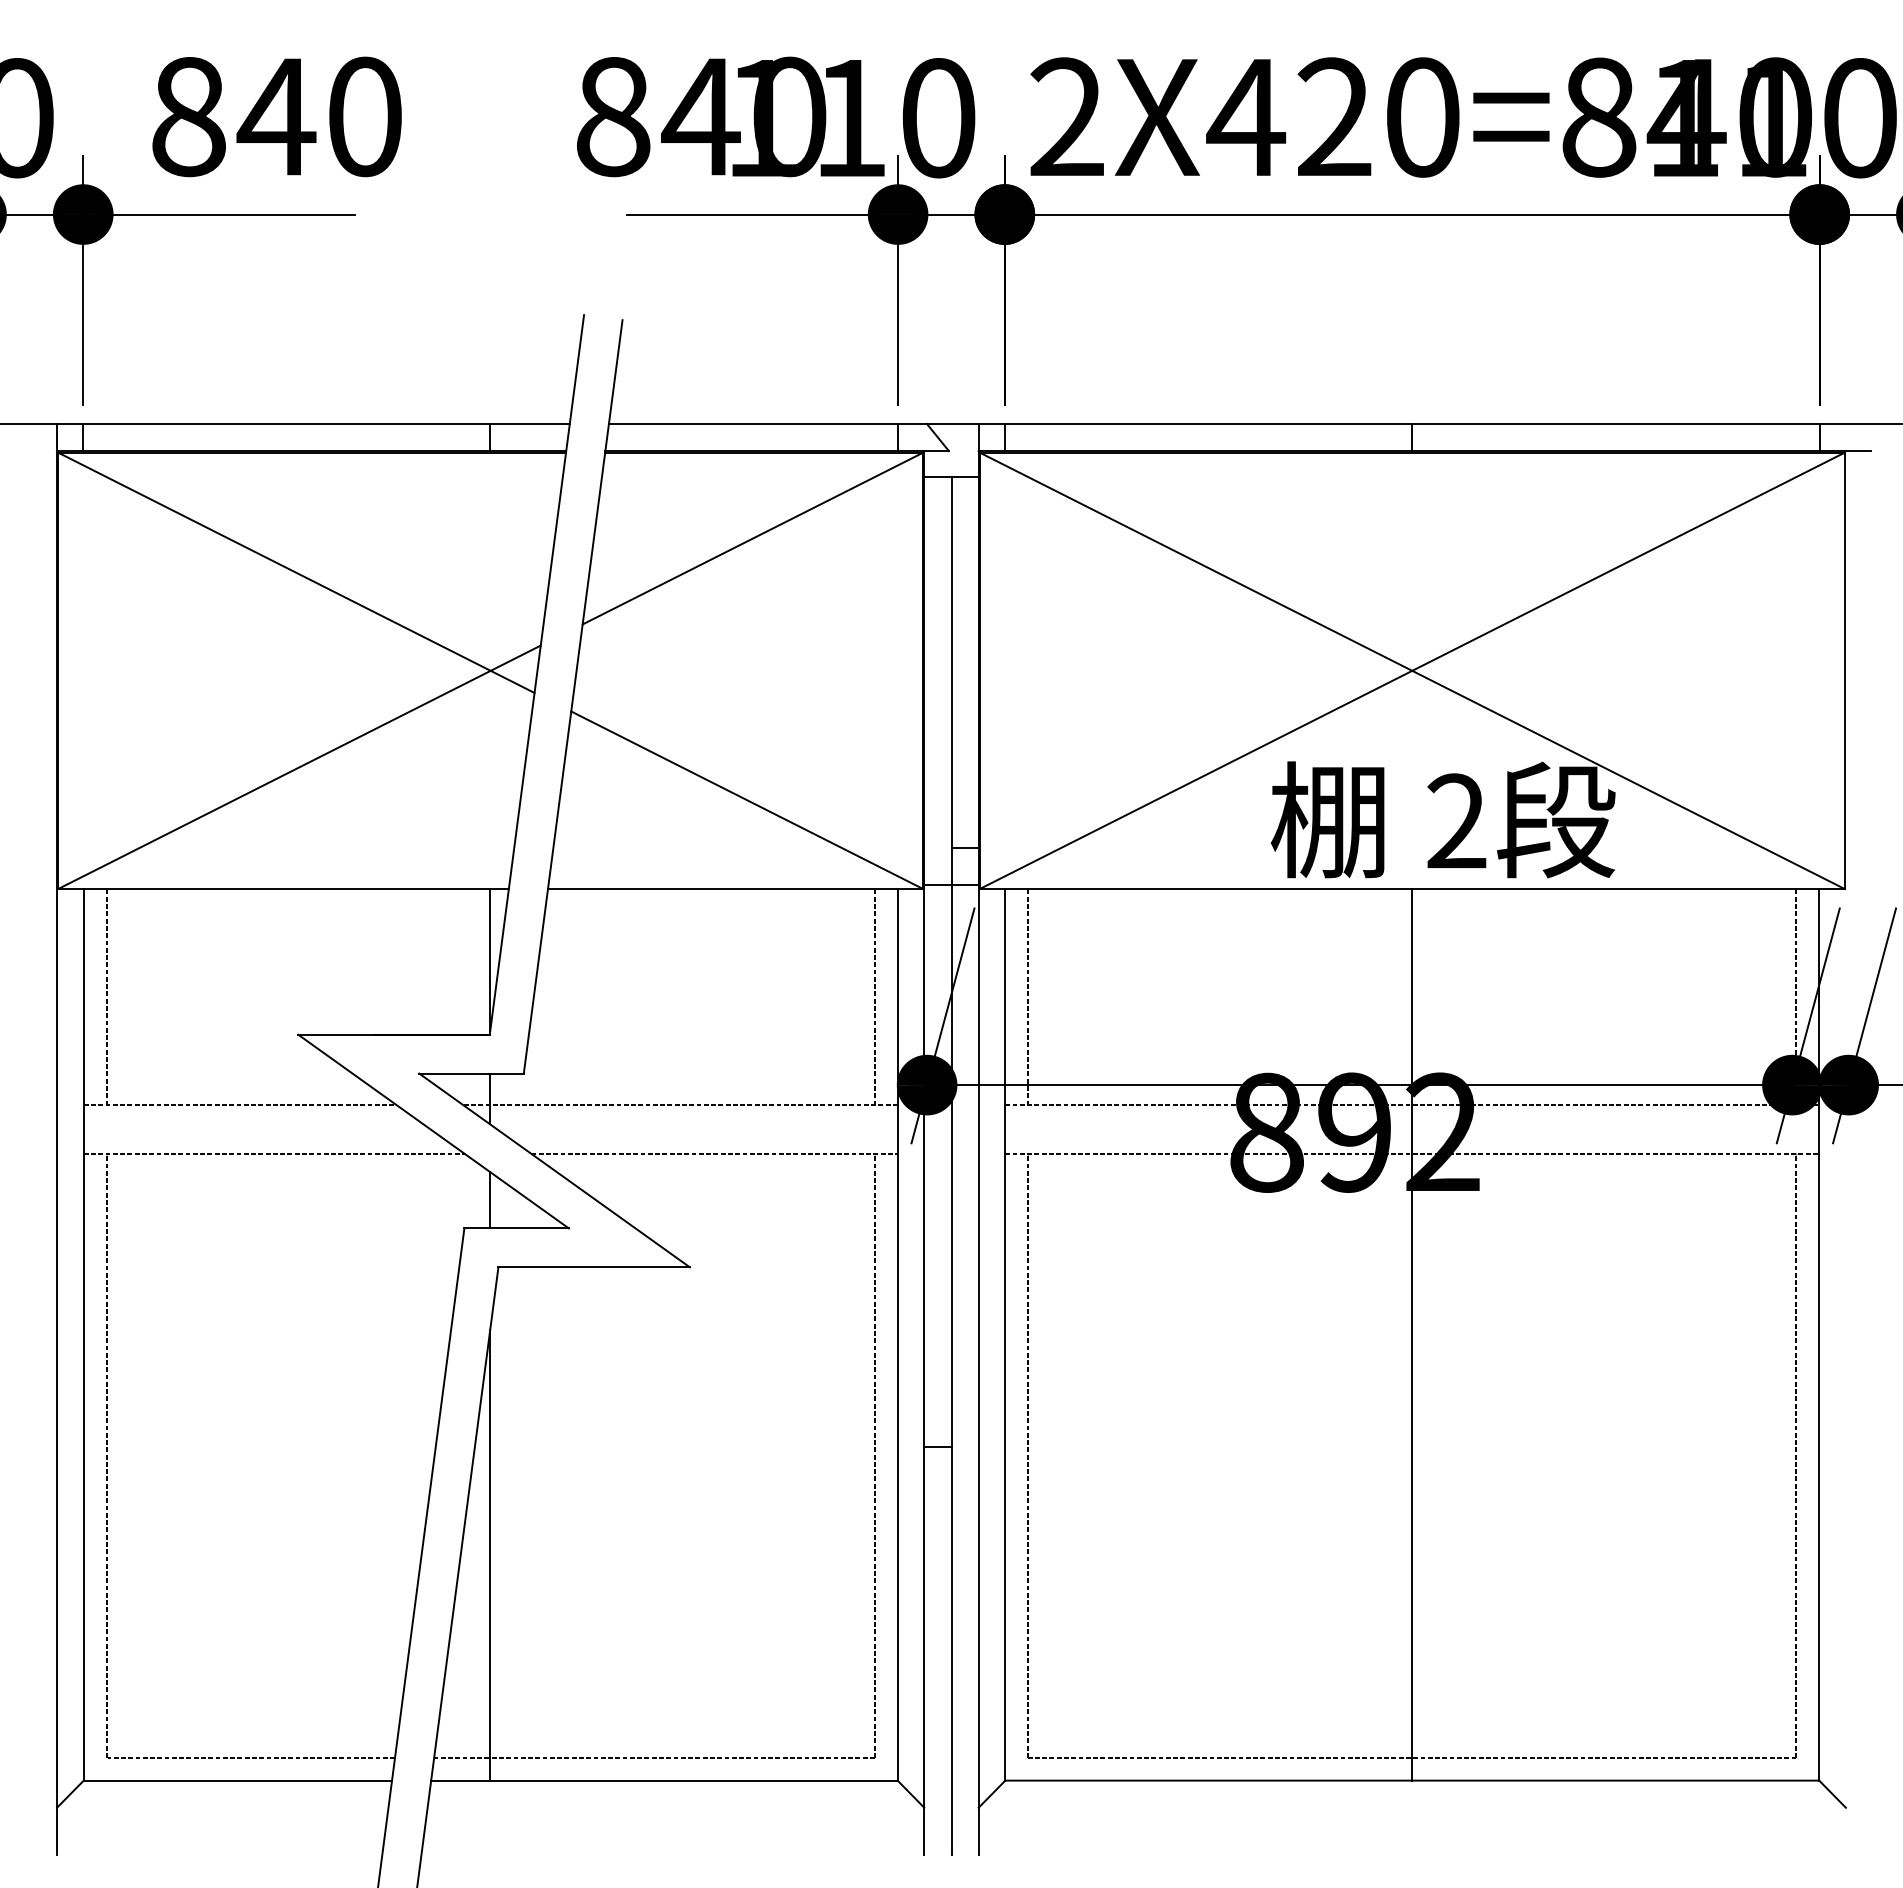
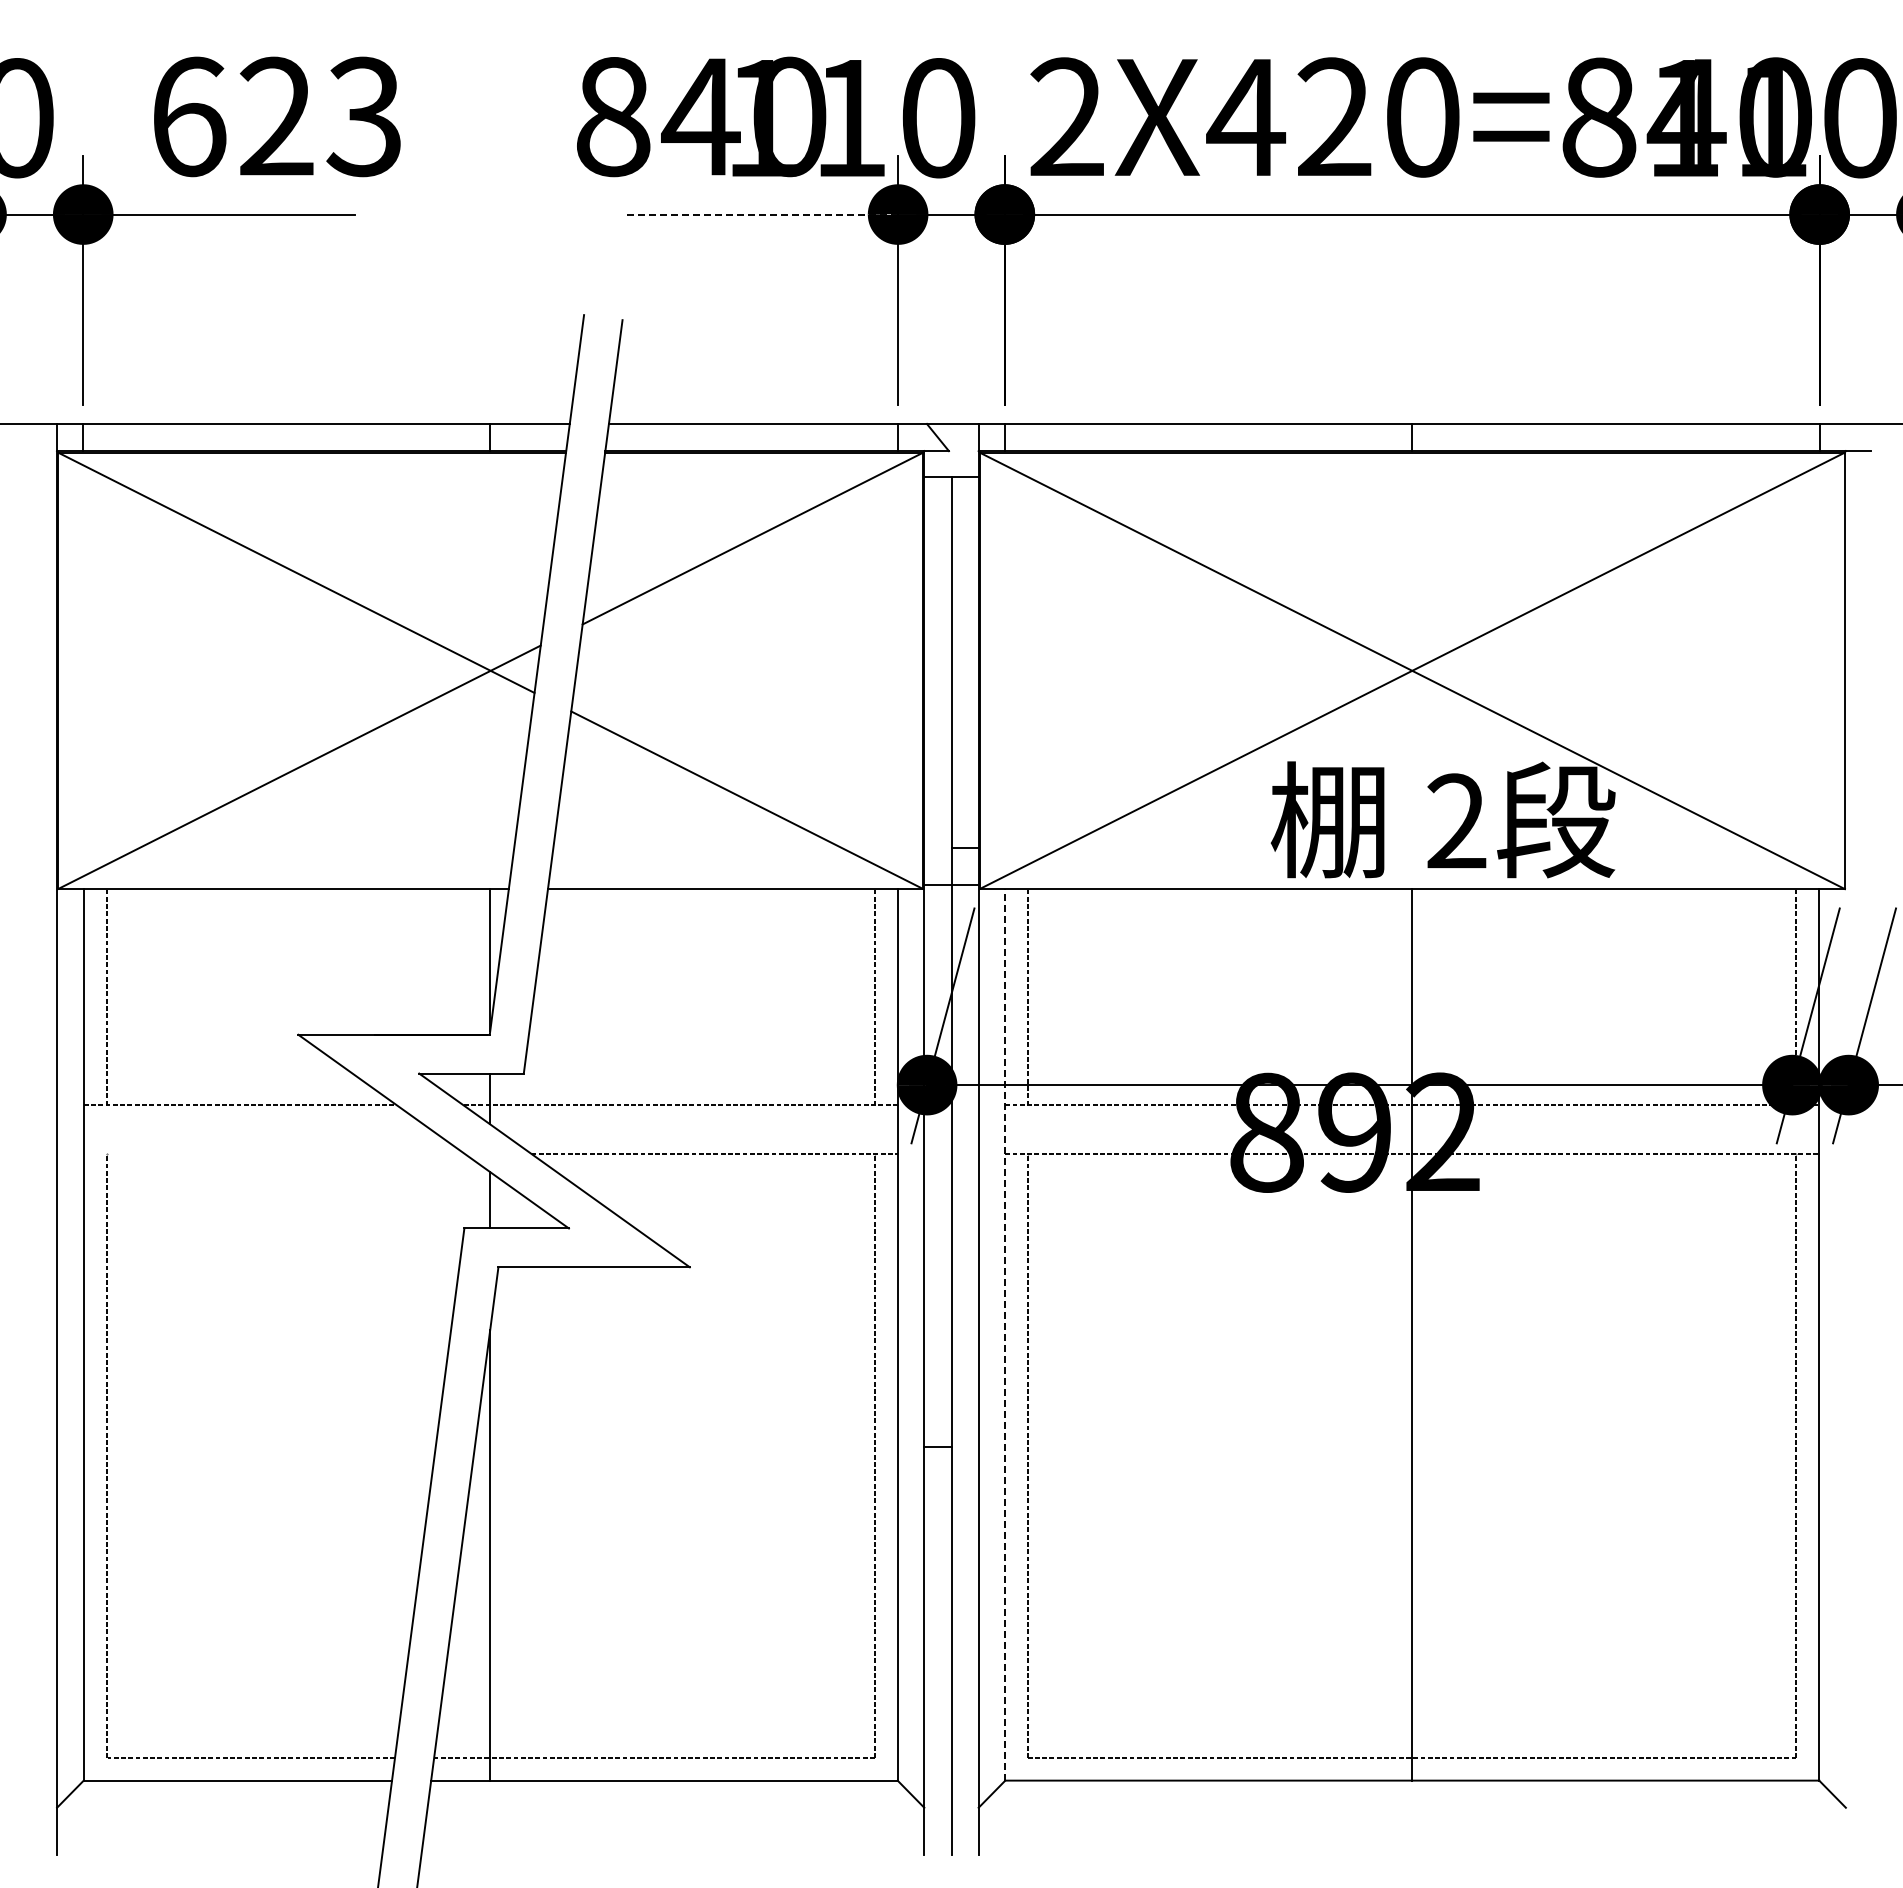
text at (276, 116): 840 -> 623
line at (762, 214): solid -> dashed
line at (273, 1153): present -> none
line at (1005, 1334): solid -> dashed
